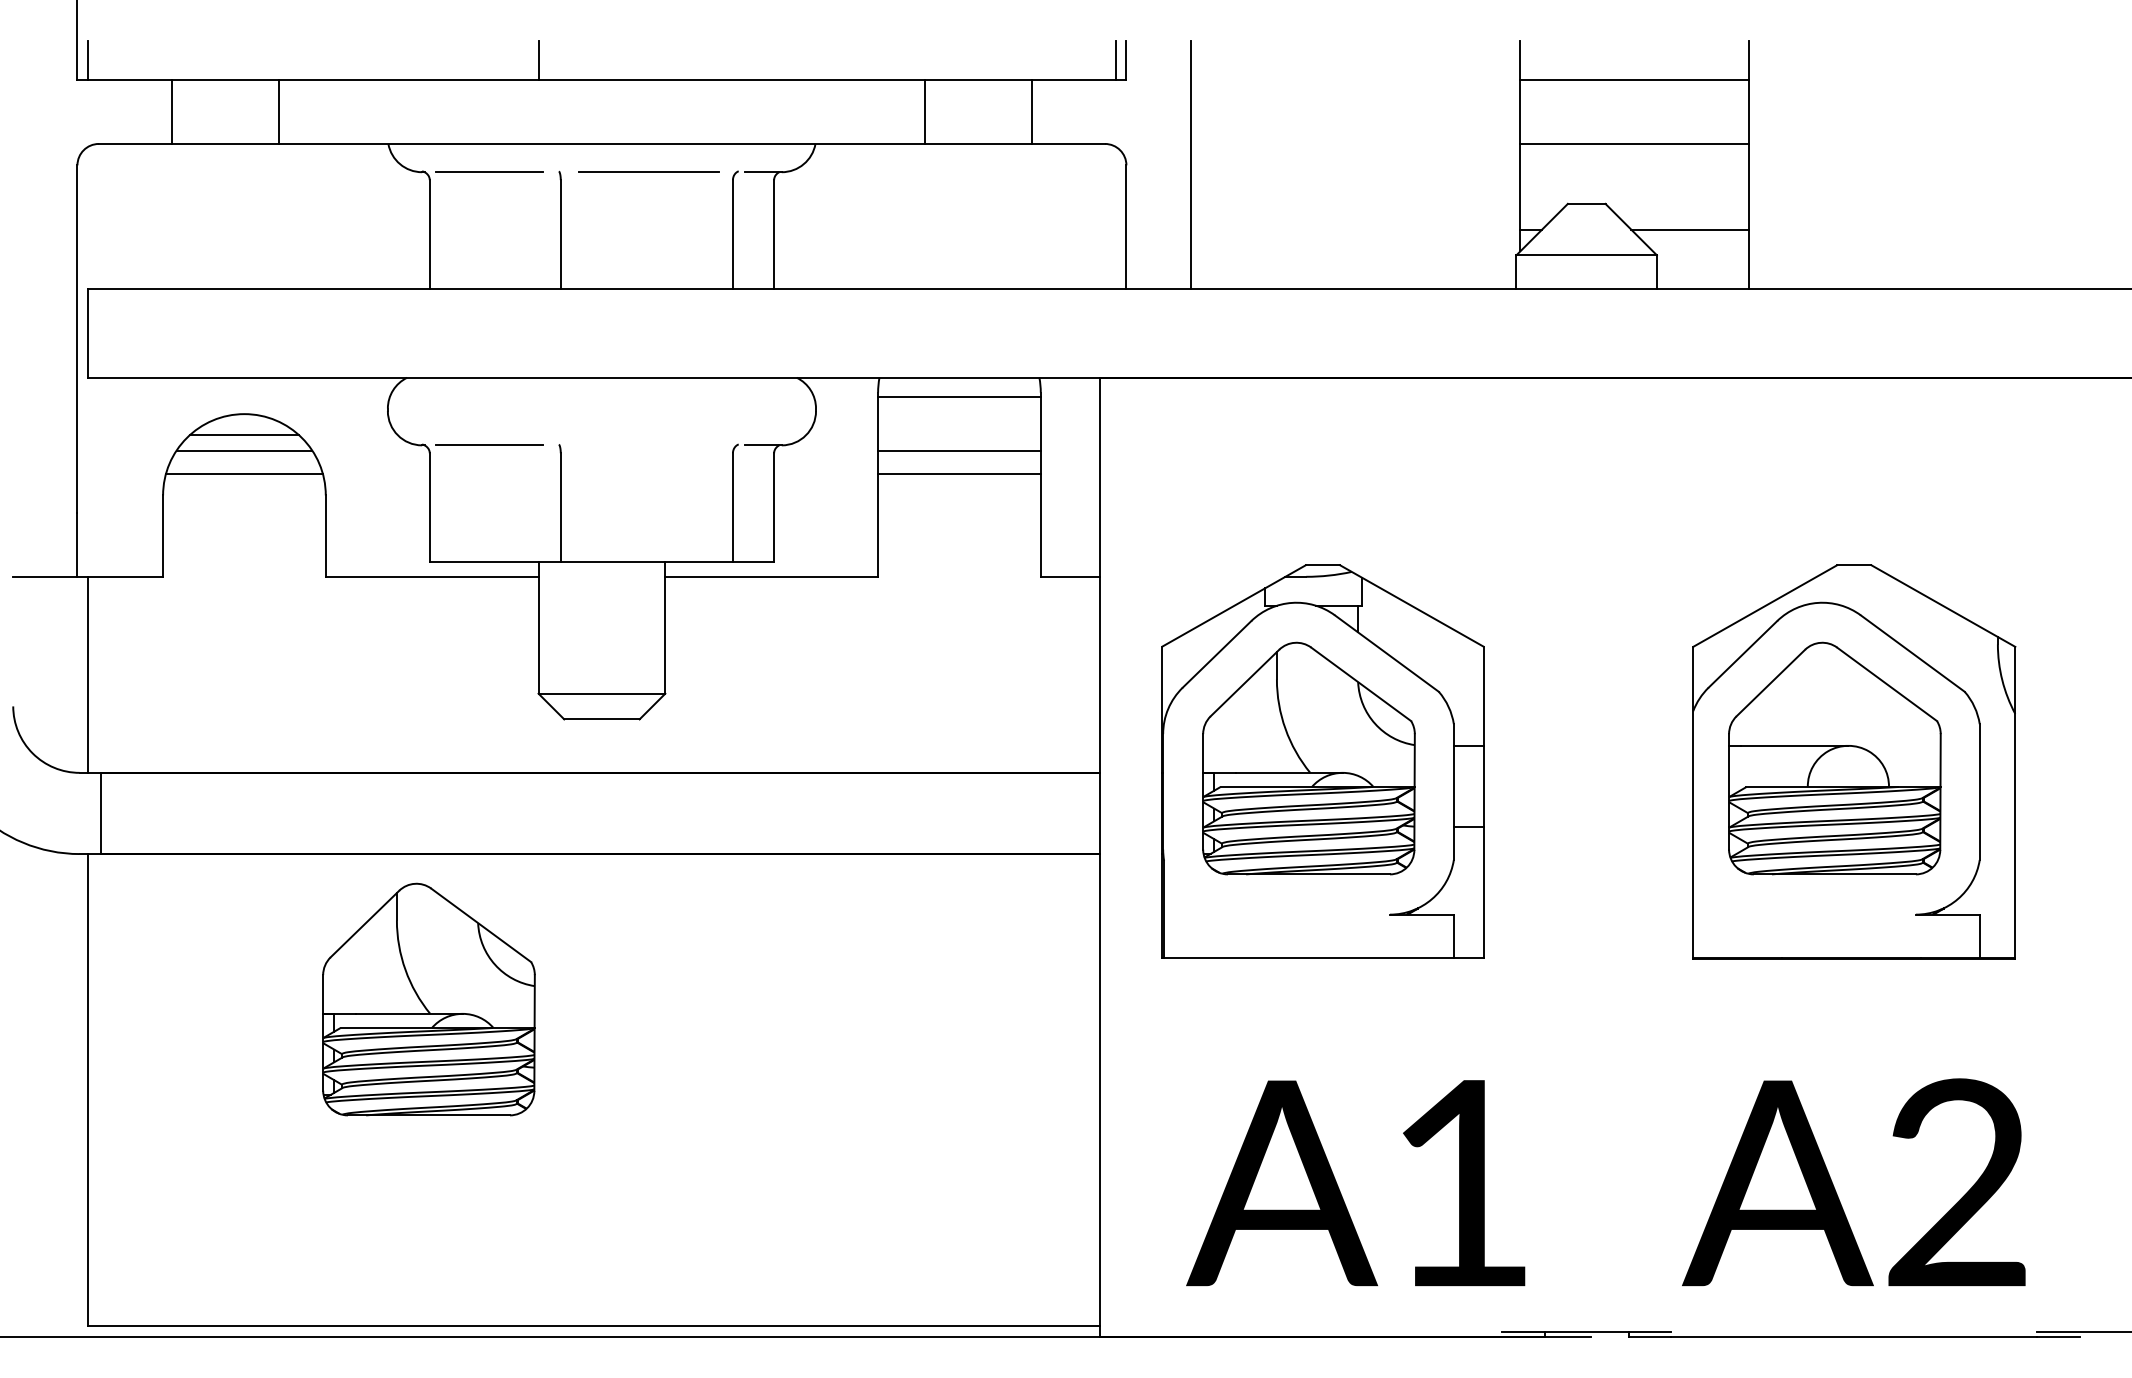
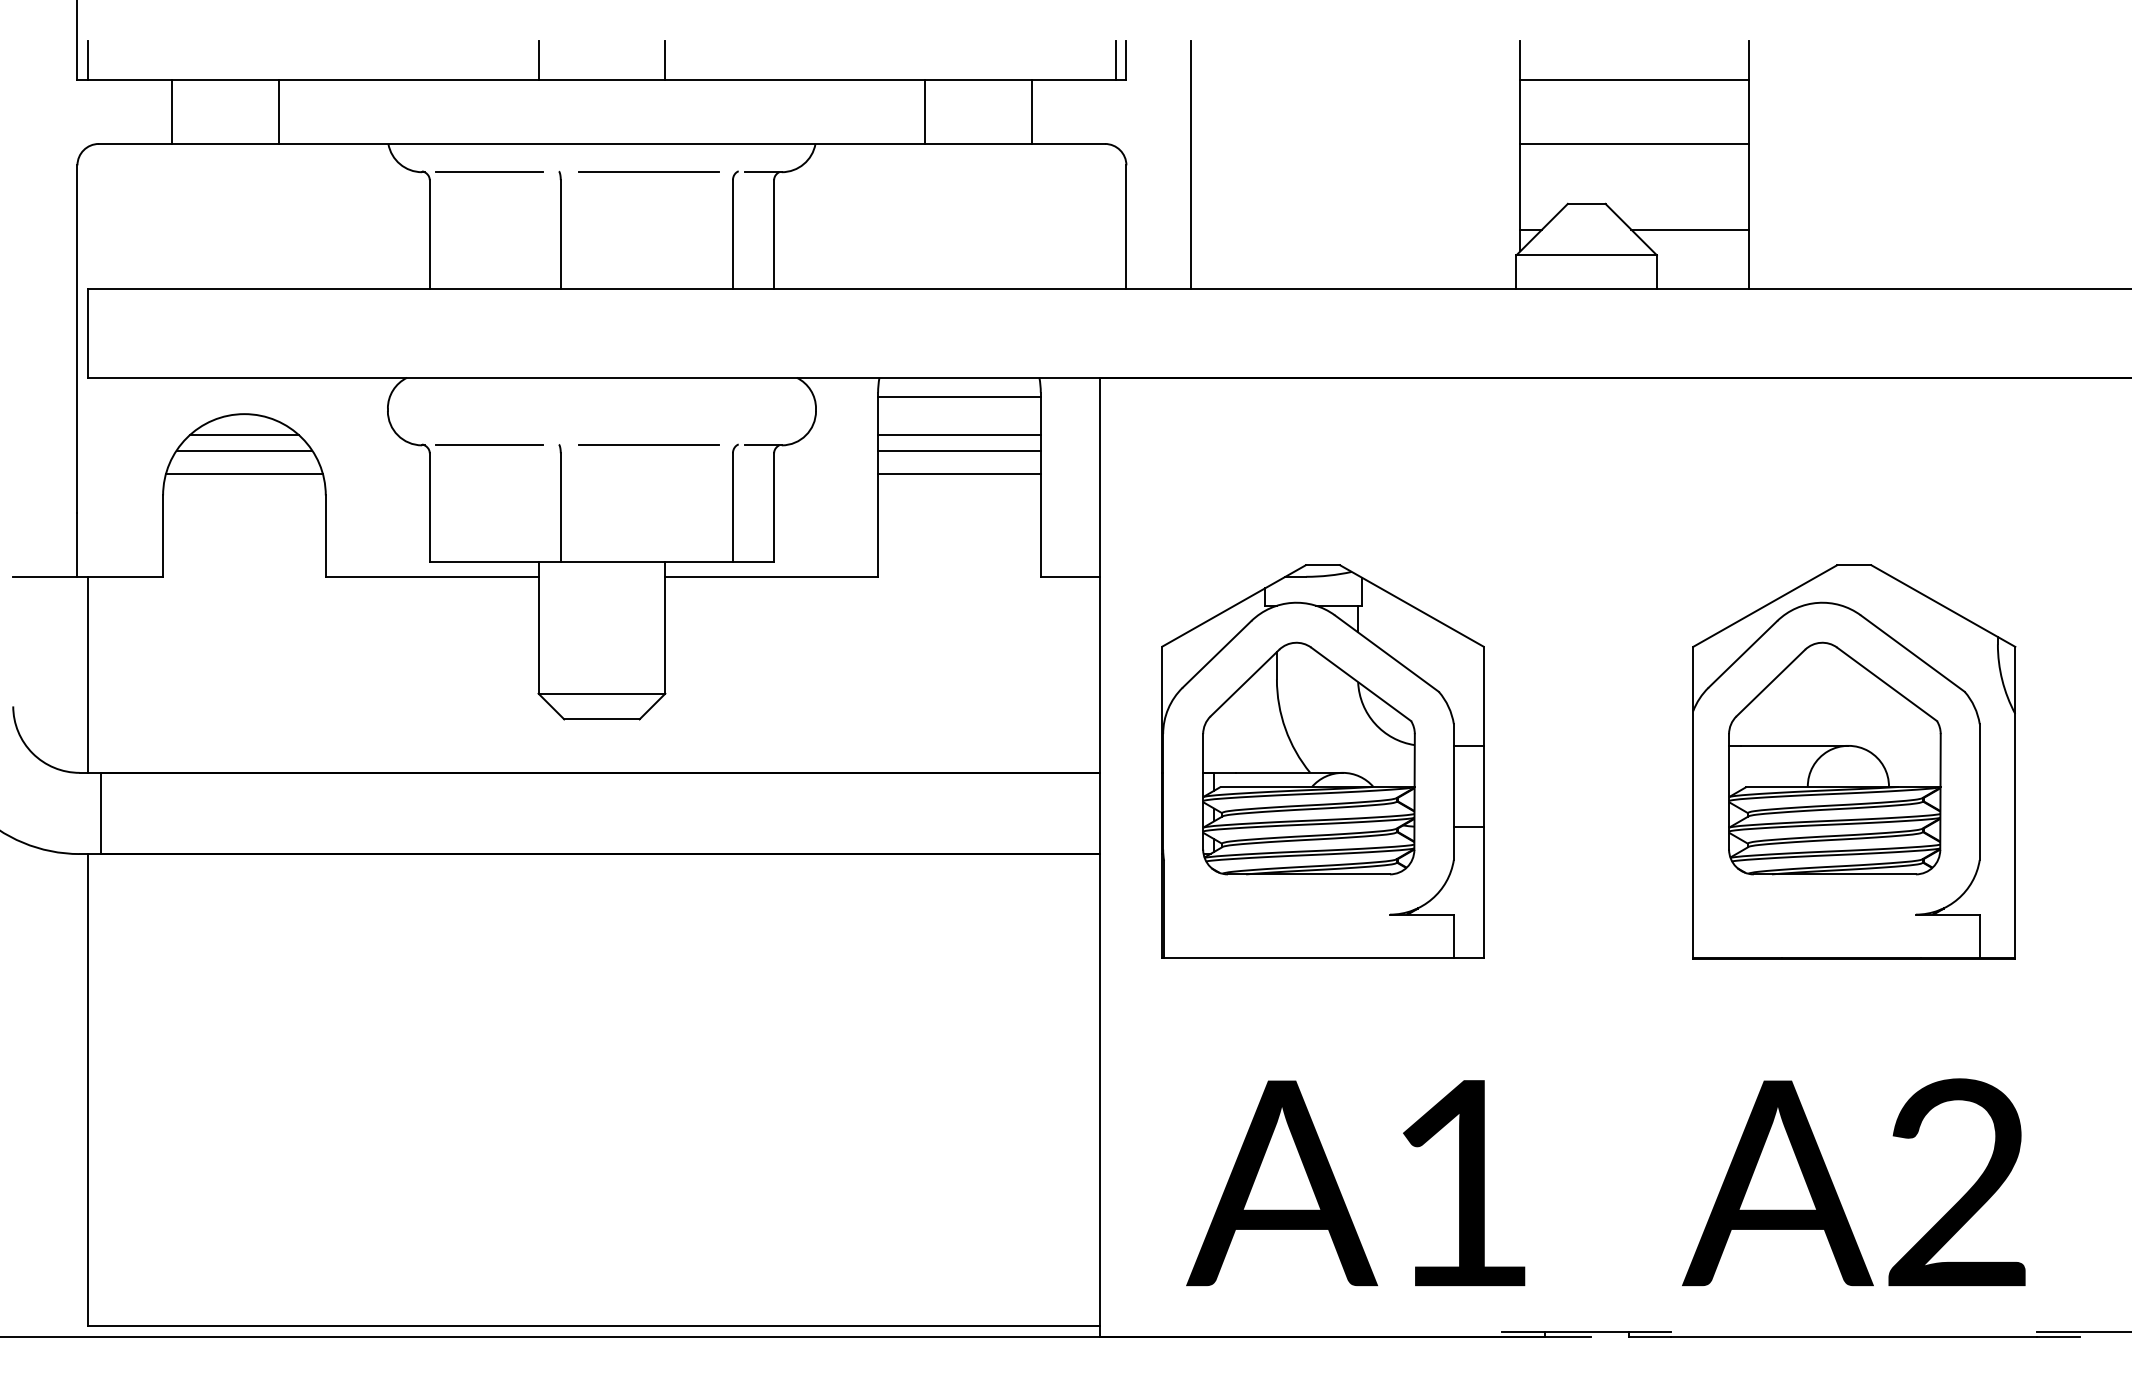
line at (665, 60): none -> present
line at (959, 434): none -> present
line at (649, 445): none -> present
part at (428, 999): present -> none
